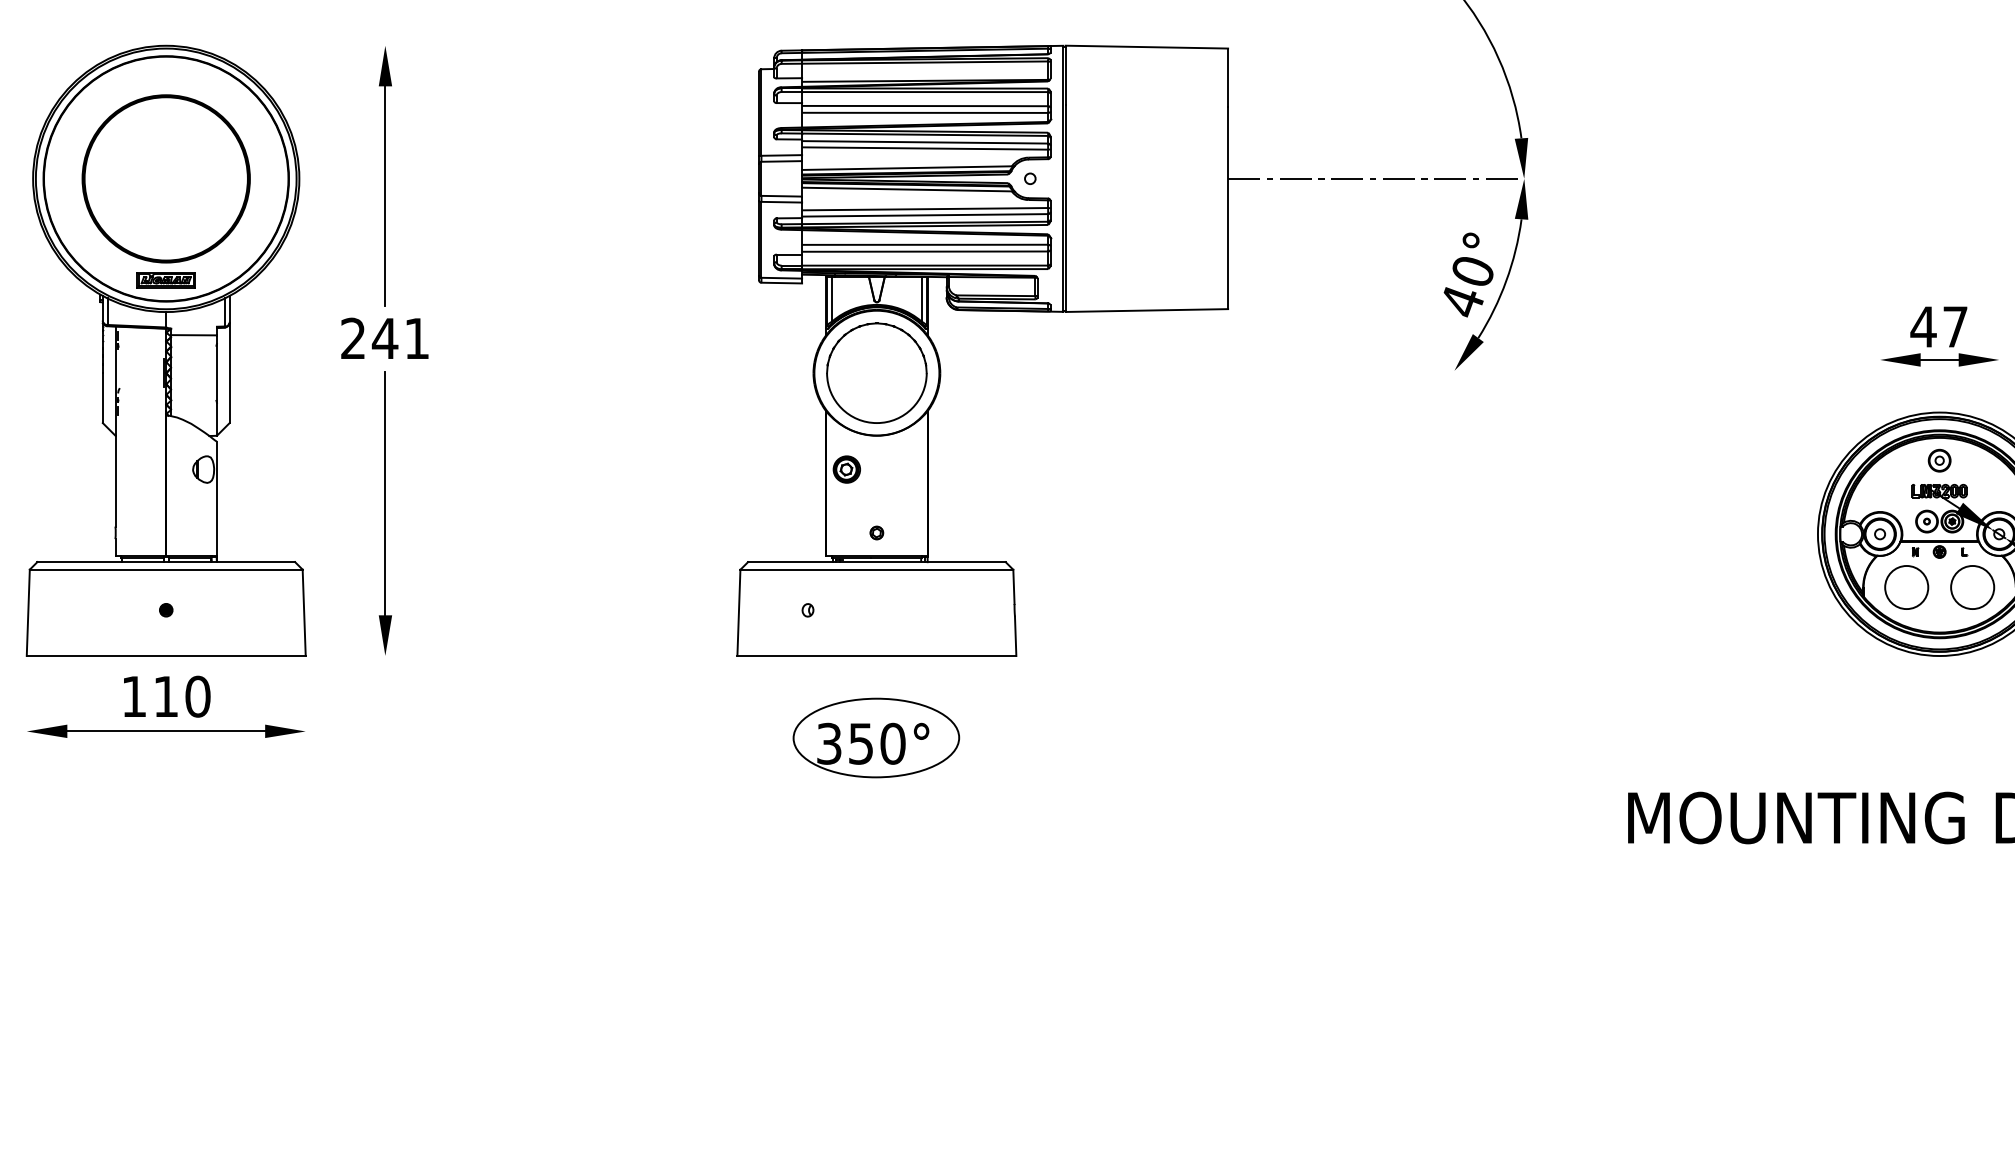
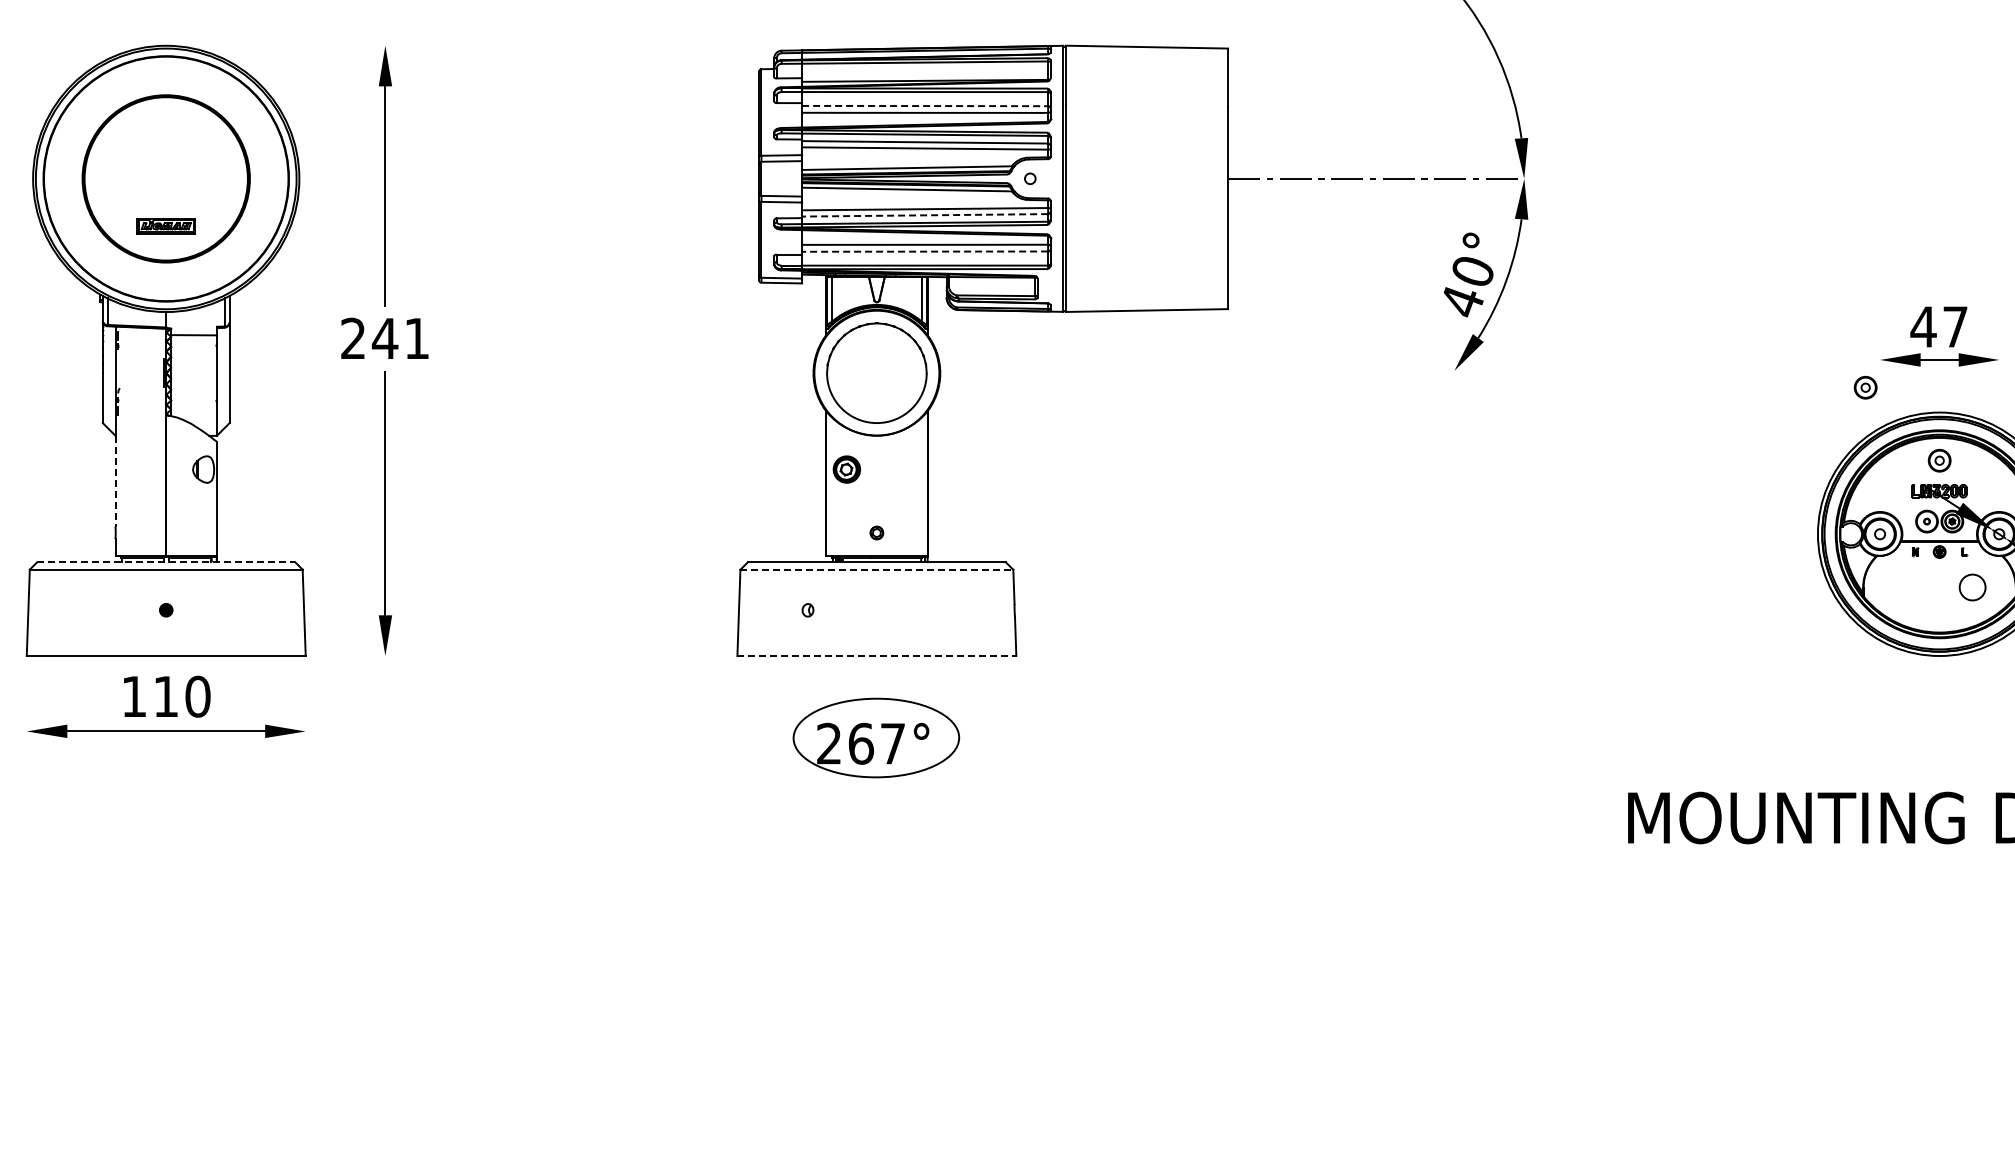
line at (925, 106): solid -> dashed
line at (924, 215): solid -> dashed
line at (924, 251): solid -> dashed
part at (165, 280) position: (165, 280) -> (165, 226)
part at (1865, 387): none -> present
line at (115, 481): solid -> dashed
line at (166, 562): solid -> dashed
line at (877, 569): solid -> dashed
circle at (1906, 587): present -> none
circle at (1972, 587) diameter: 43 px -> 26 px
line at (877, 656): solid -> dashed
text at (861, 743): 350° -> 267°
